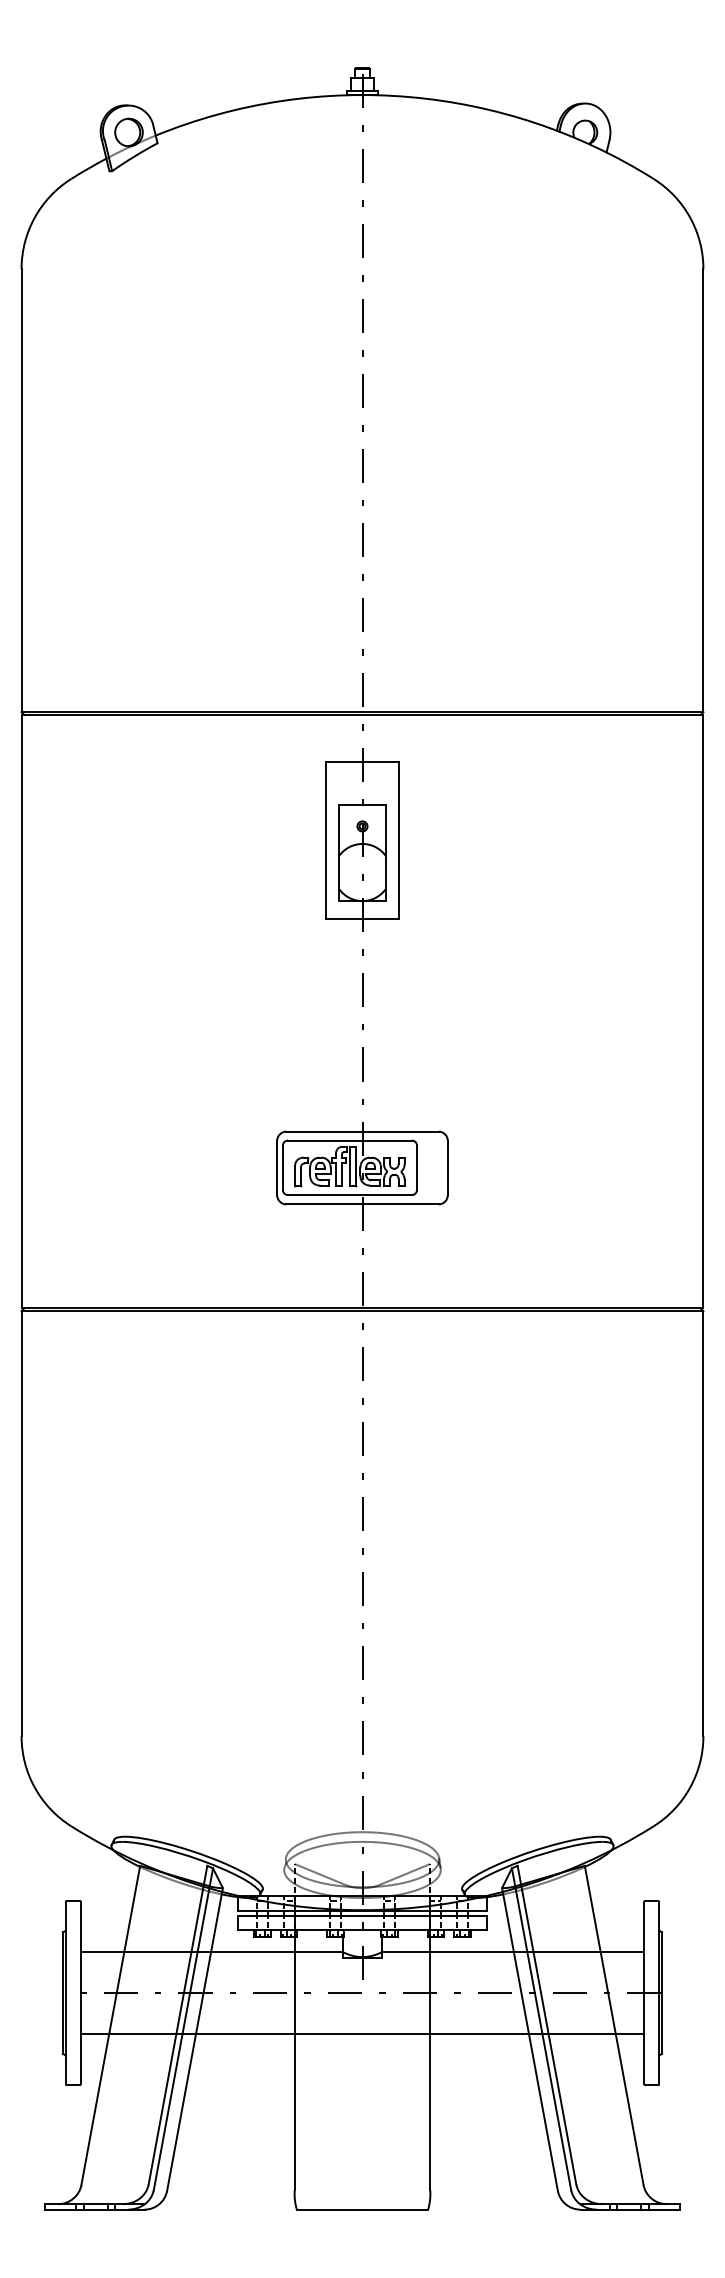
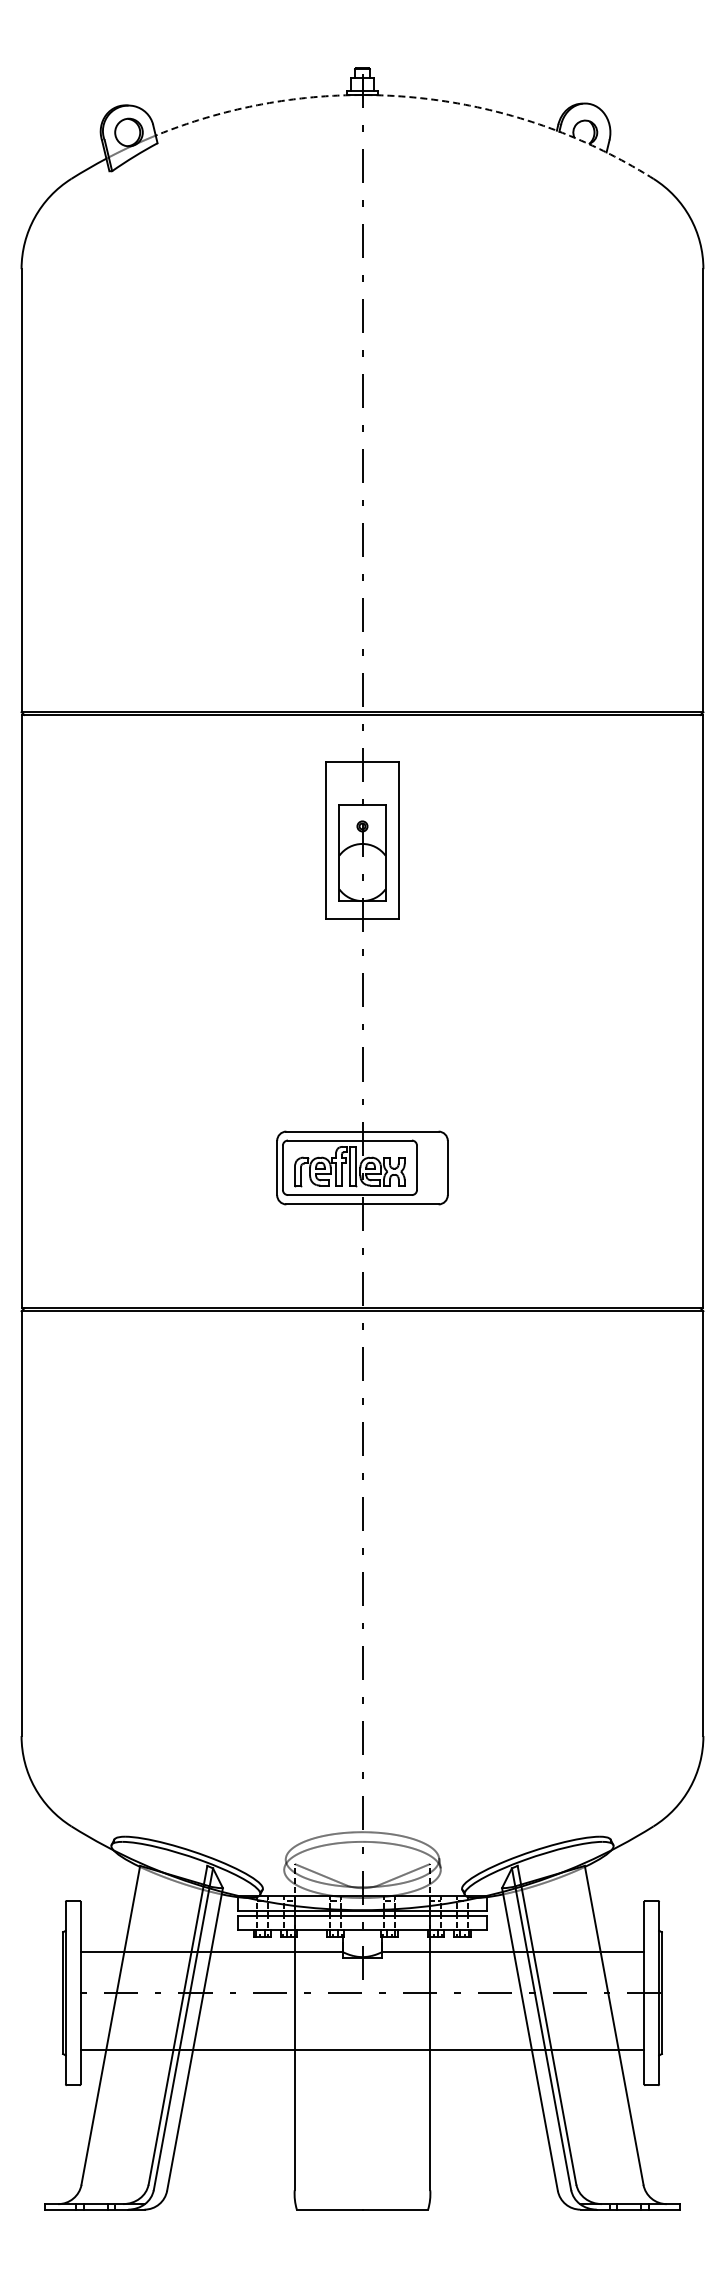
arc at (409, 97): solid -> dashed
line at (362, 2034) position: (362, 2034) -> (362, 2050)
